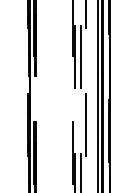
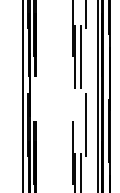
line at (22, 95): none -> present
